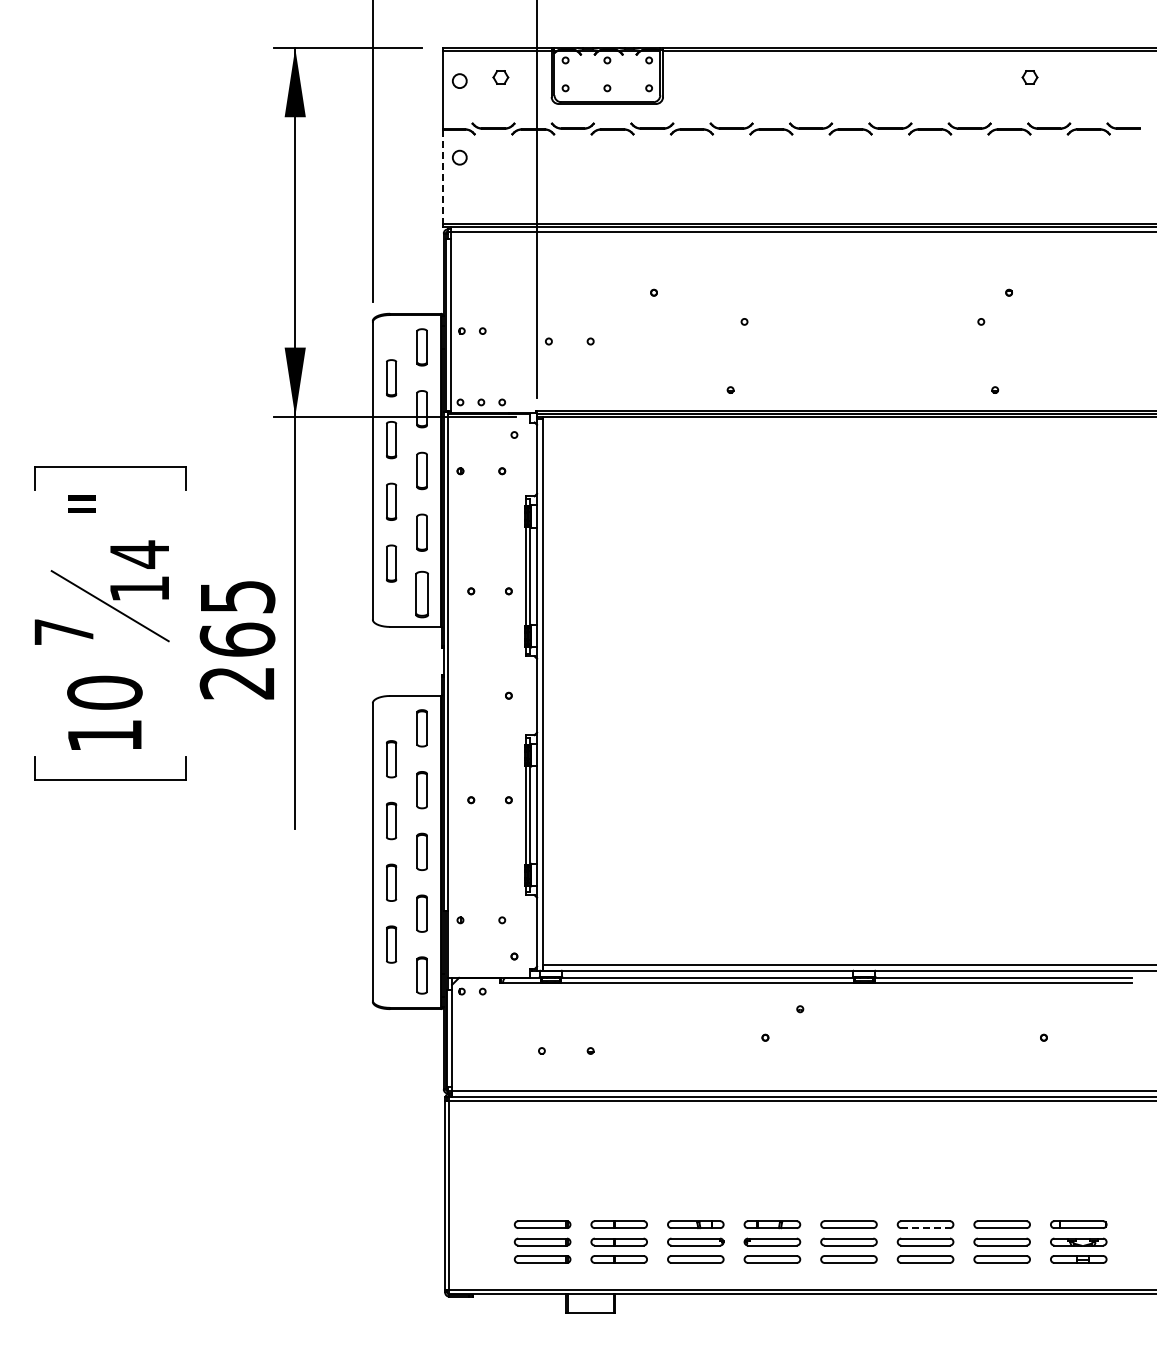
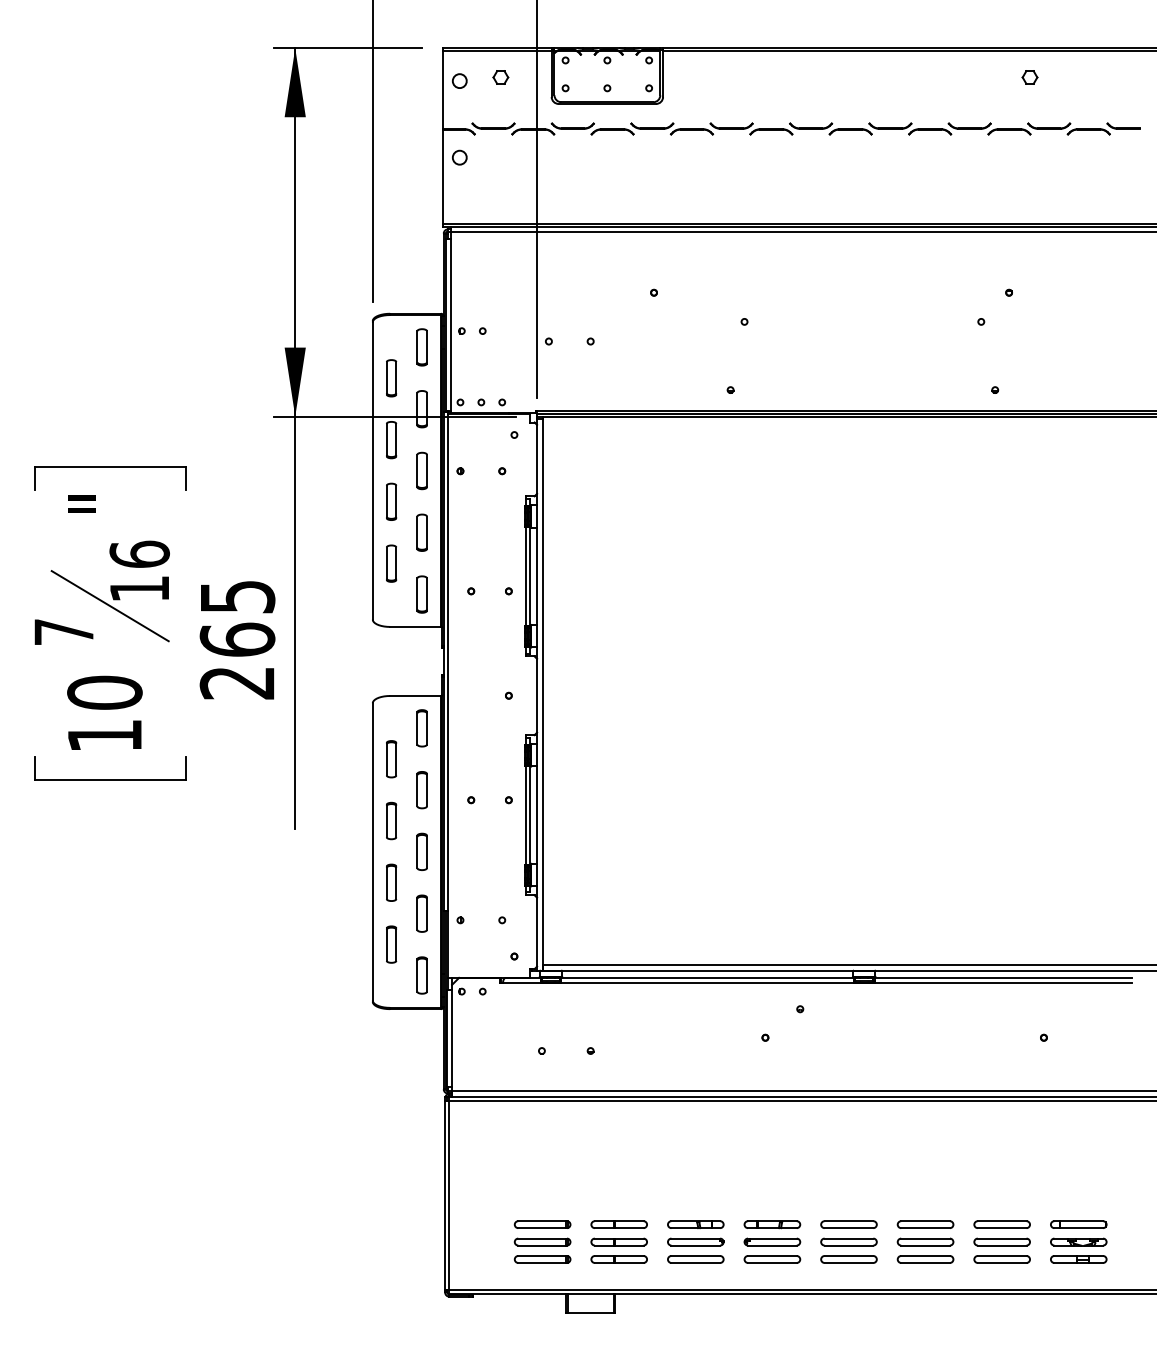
line at (443, 177): dashed -> solid
text at (139, 554): 14 -> 16
part at (421, 594) size: 14x48 px -> 12x39 px
line at (926, 1228): dashed -> solid
